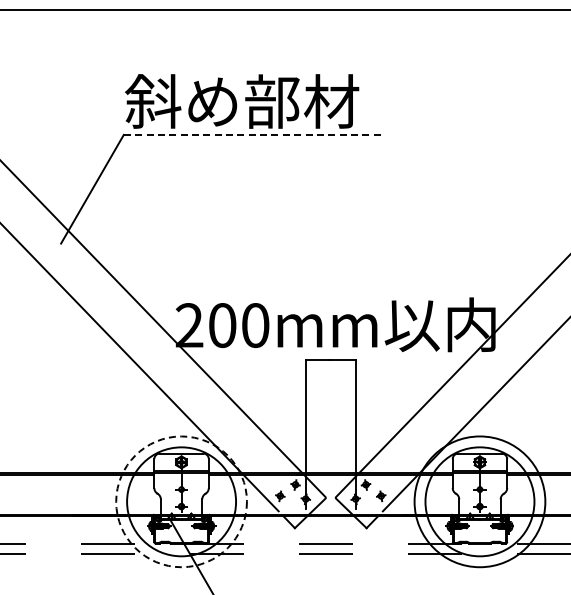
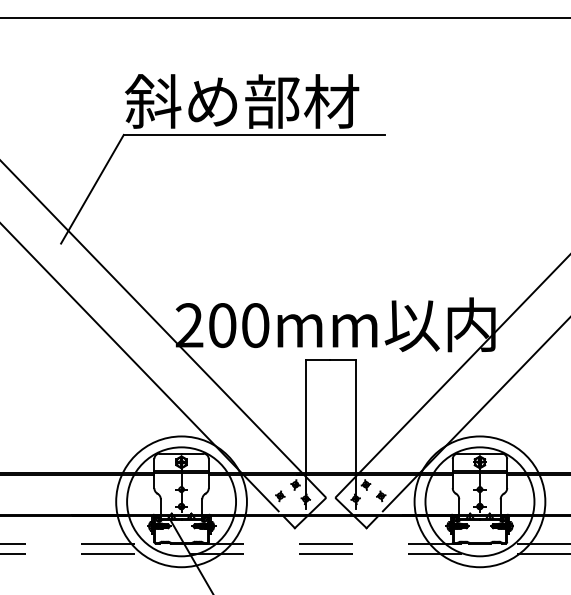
line at (284, 9) position: (284, 9) -> (284, 17)
line at (254, 134): dashed -> solid
circle at (181, 501): dashed -> solid
